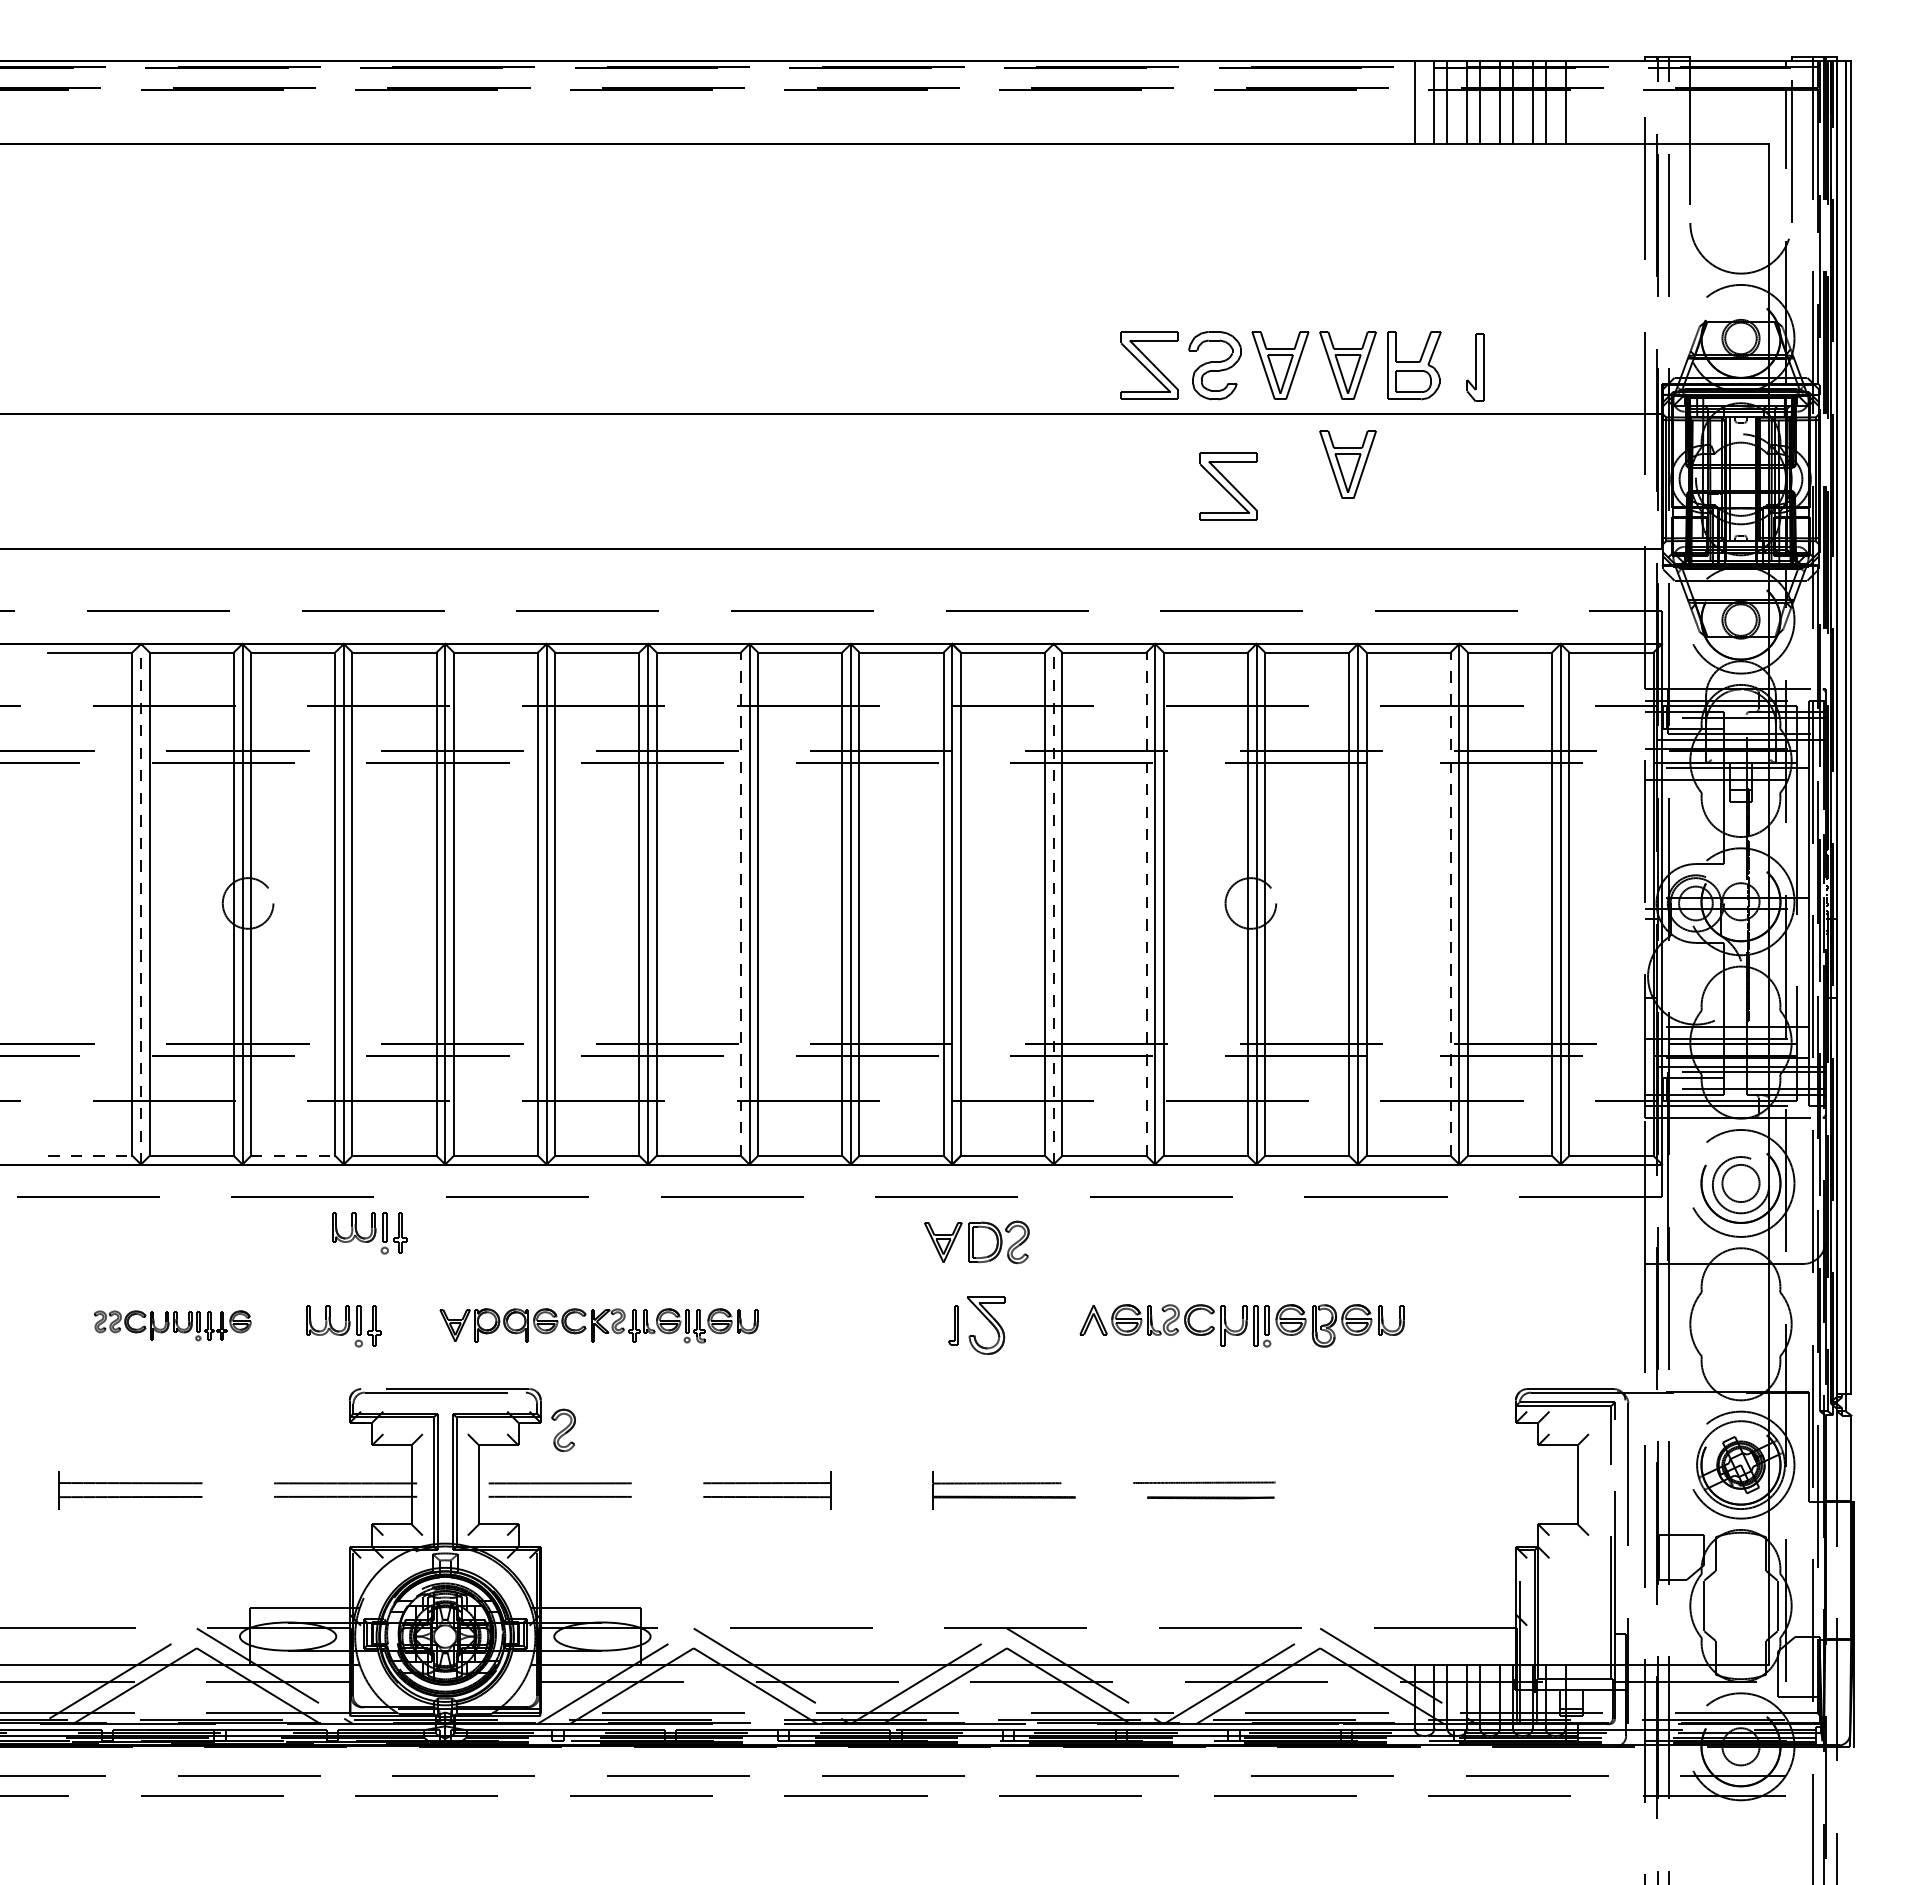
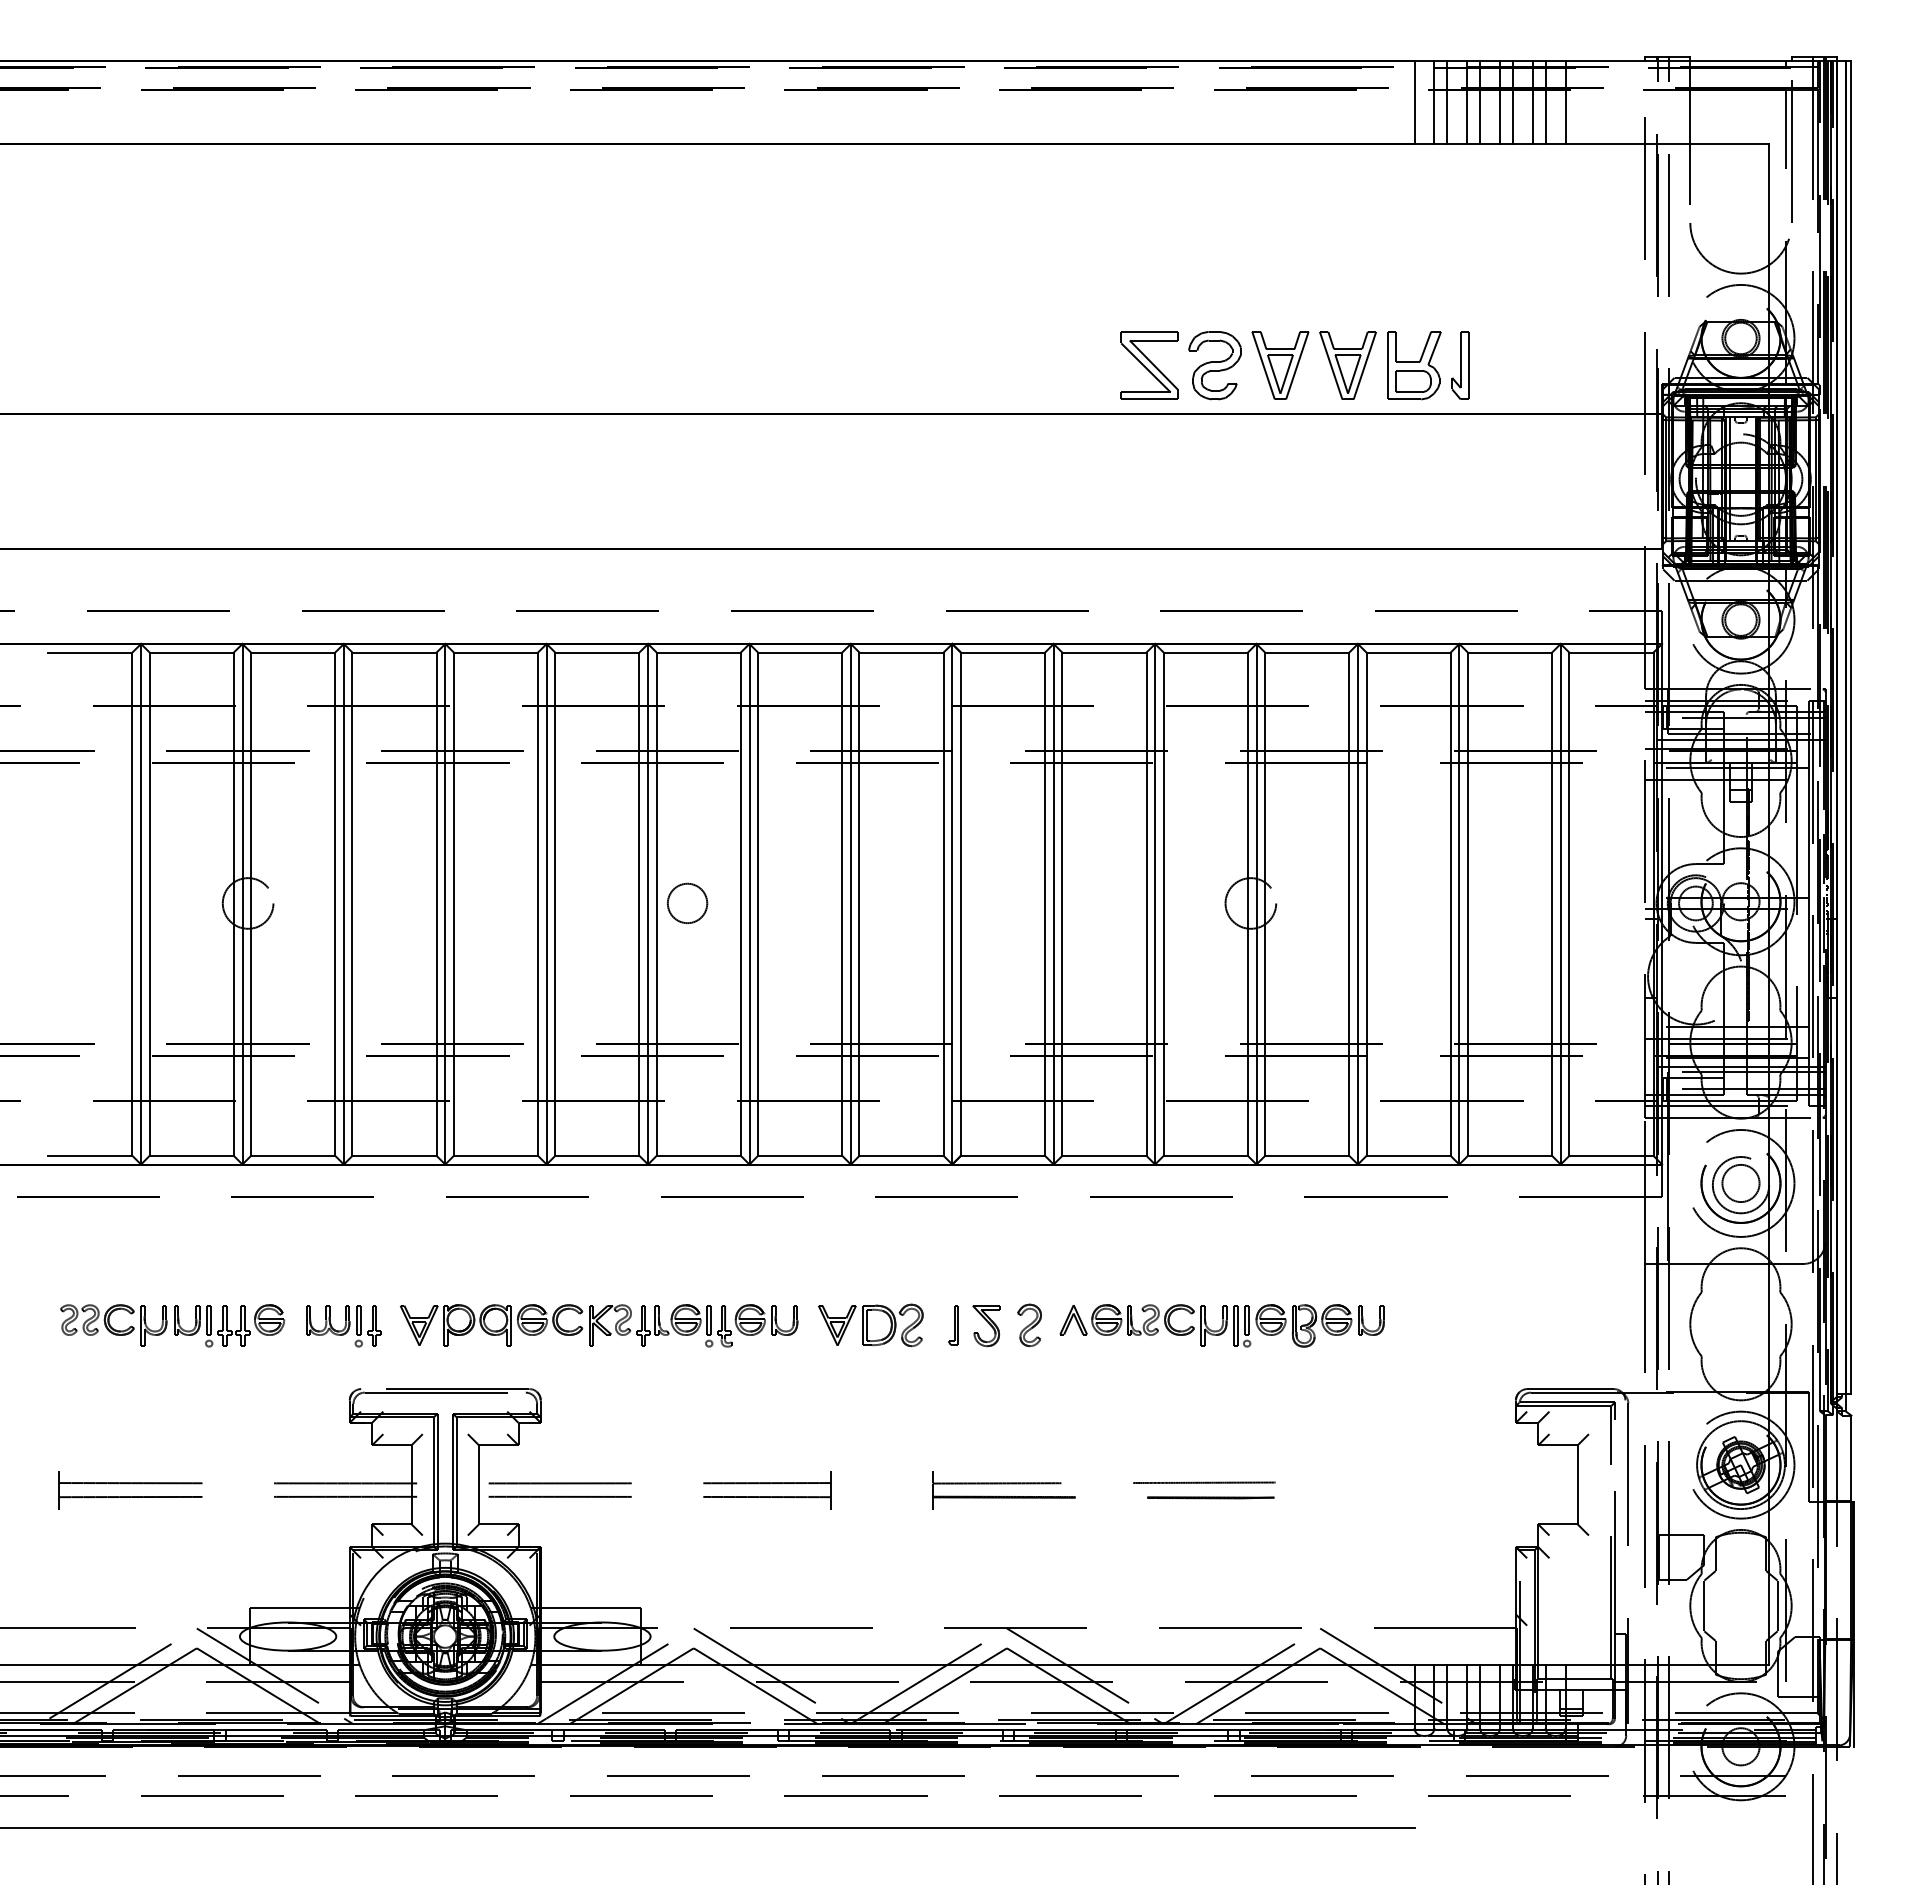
part at (1475, 367) position: (1475, 367) -> (1460, 365)
part at (1347, 464): present -> none
part at (1228, 486): present -> none
line at (141, 903): dashed -> solid
circle at (687, 903): none -> present
line at (1053, 903): dashed -> solid
line at (740, 904): dashed -> solid
line at (1146, 904): dashed -> solid
line at (1450, 904): dashed -> solid
line at (90, 1155): dashed -> solid
line at (293, 1155): dashed -> solid
part at (369, 1233): present -> none
part at (976, 1242) position: (976, 1242) -> (870, 1325)
part at (172, 1325) size: 158x32 px -> 226x44 px
part at (598, 1325) size: 320x36 px -> 400x44 px
part at (986, 1325) size: 39x59 px -> 29x43 px
part at (1241, 1325) position: (1241, 1325) -> (1221, 1325)
part at (563, 1430) position: (563, 1430) -> (1029, 1325)
line at (708, 1828): none -> present
